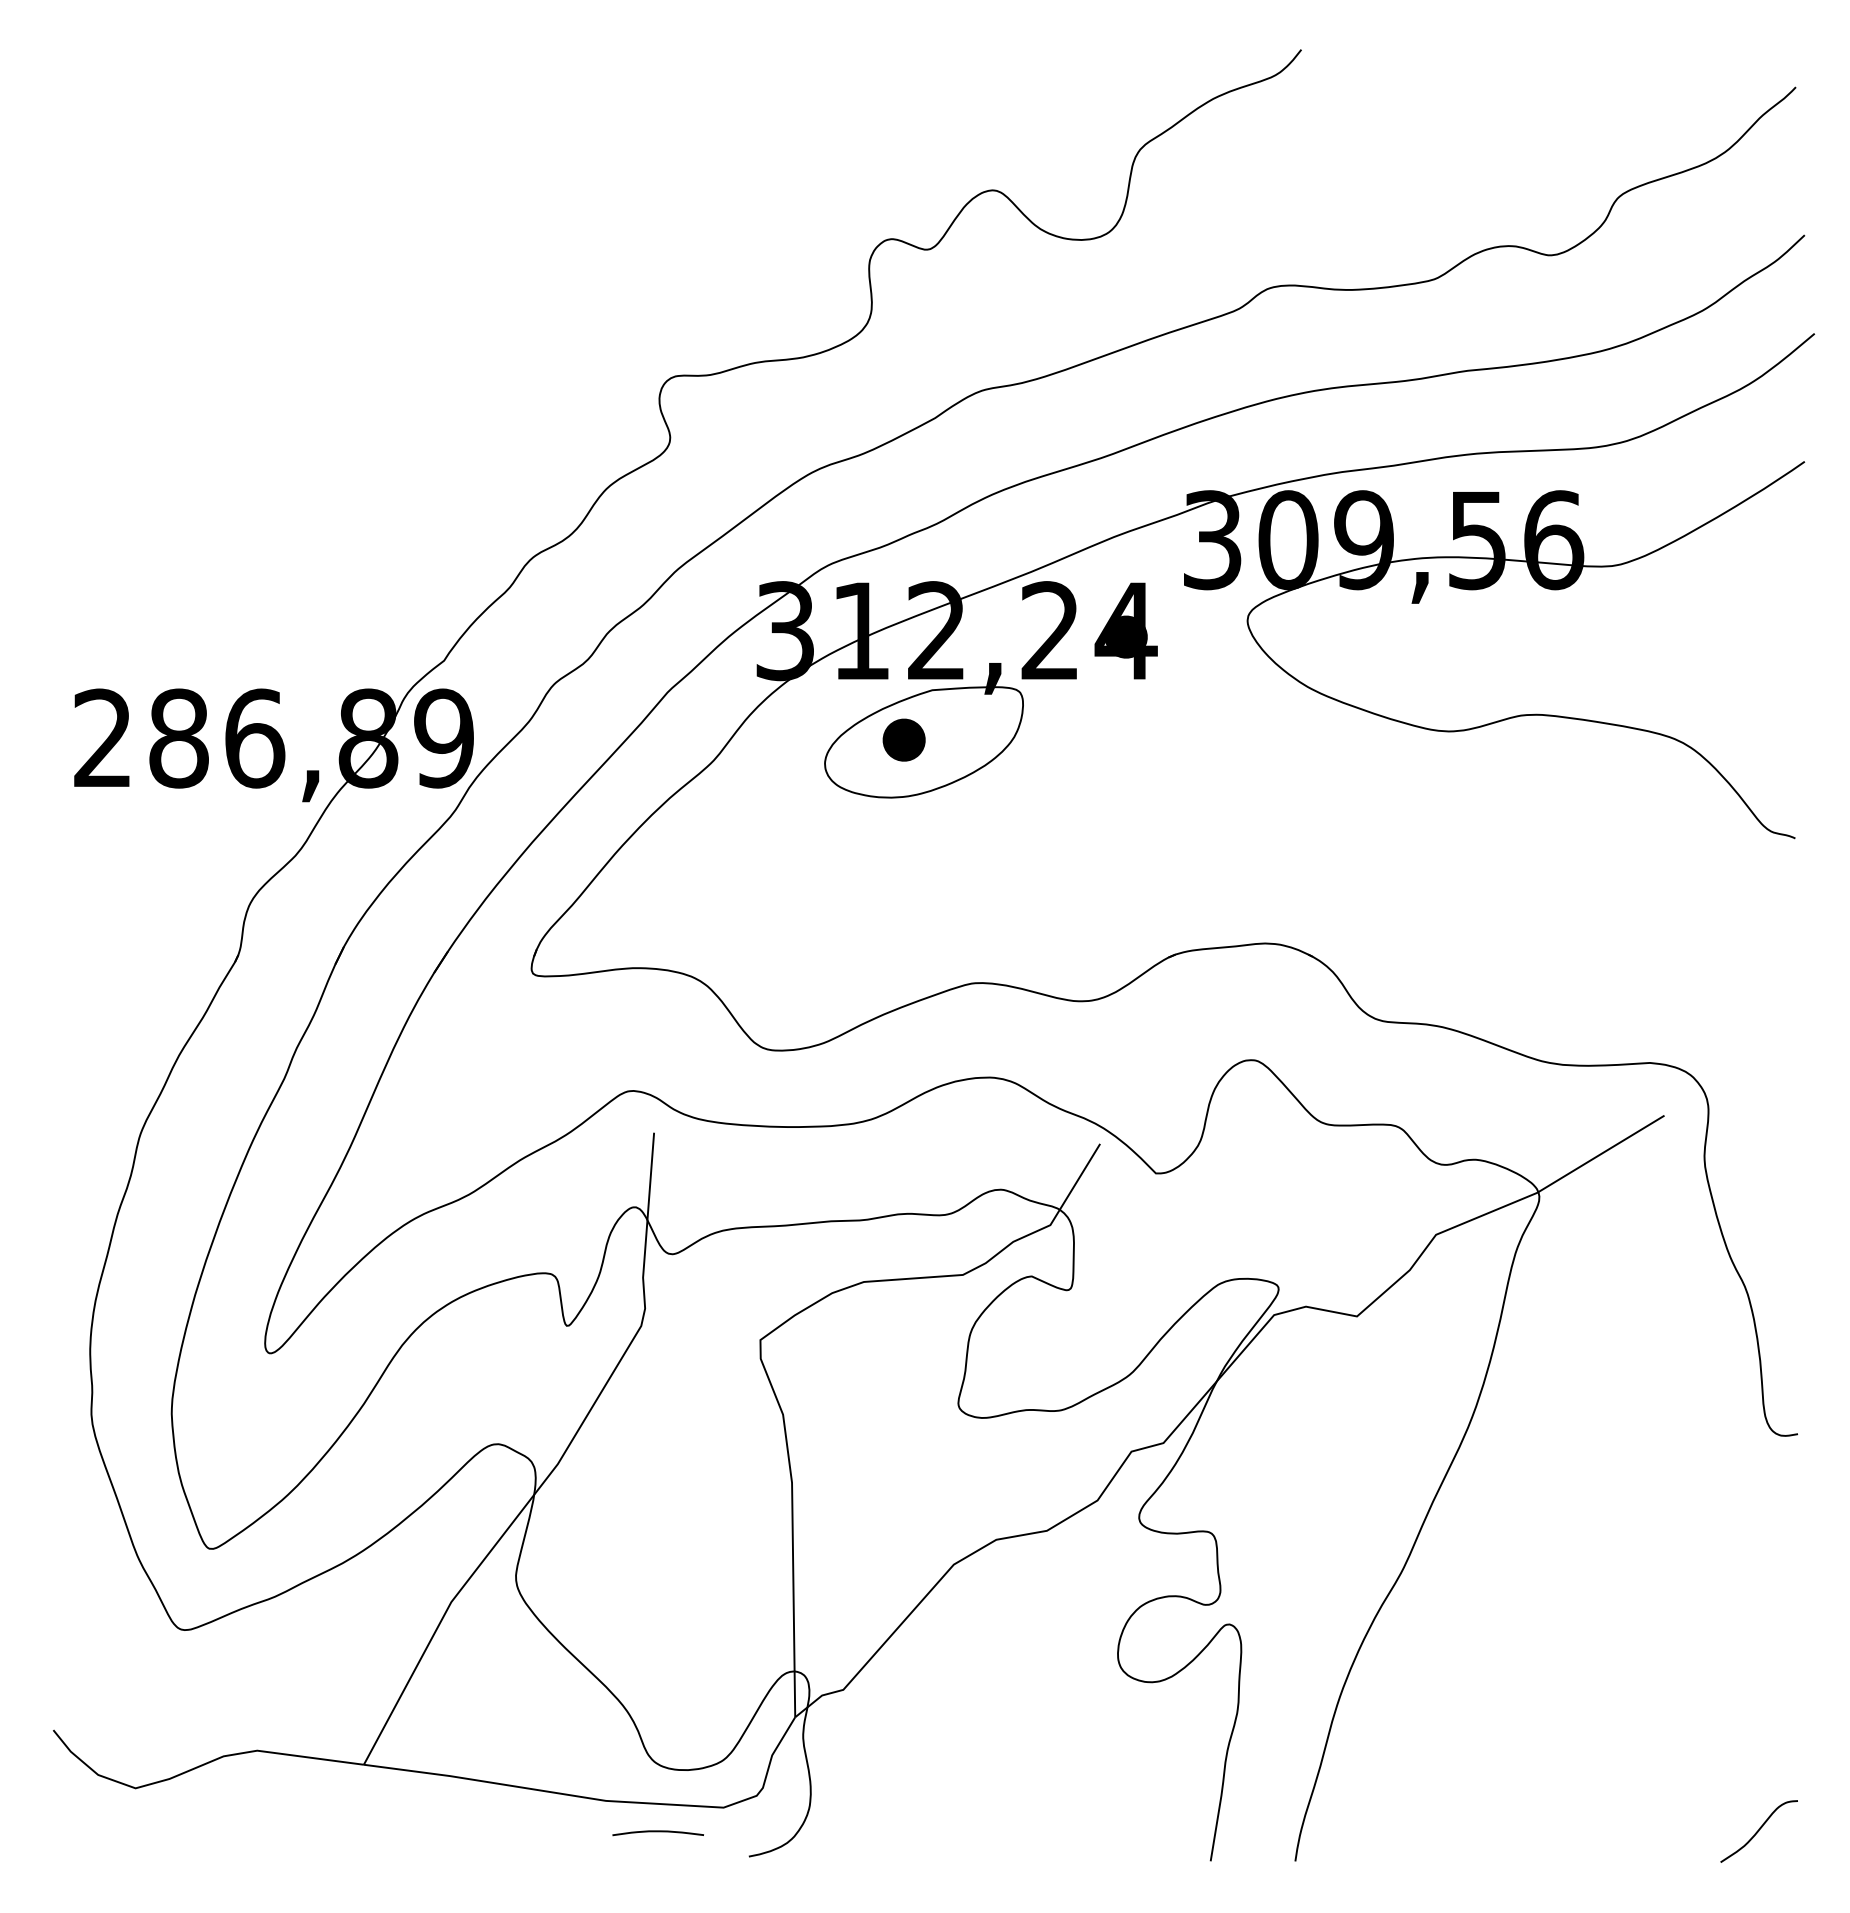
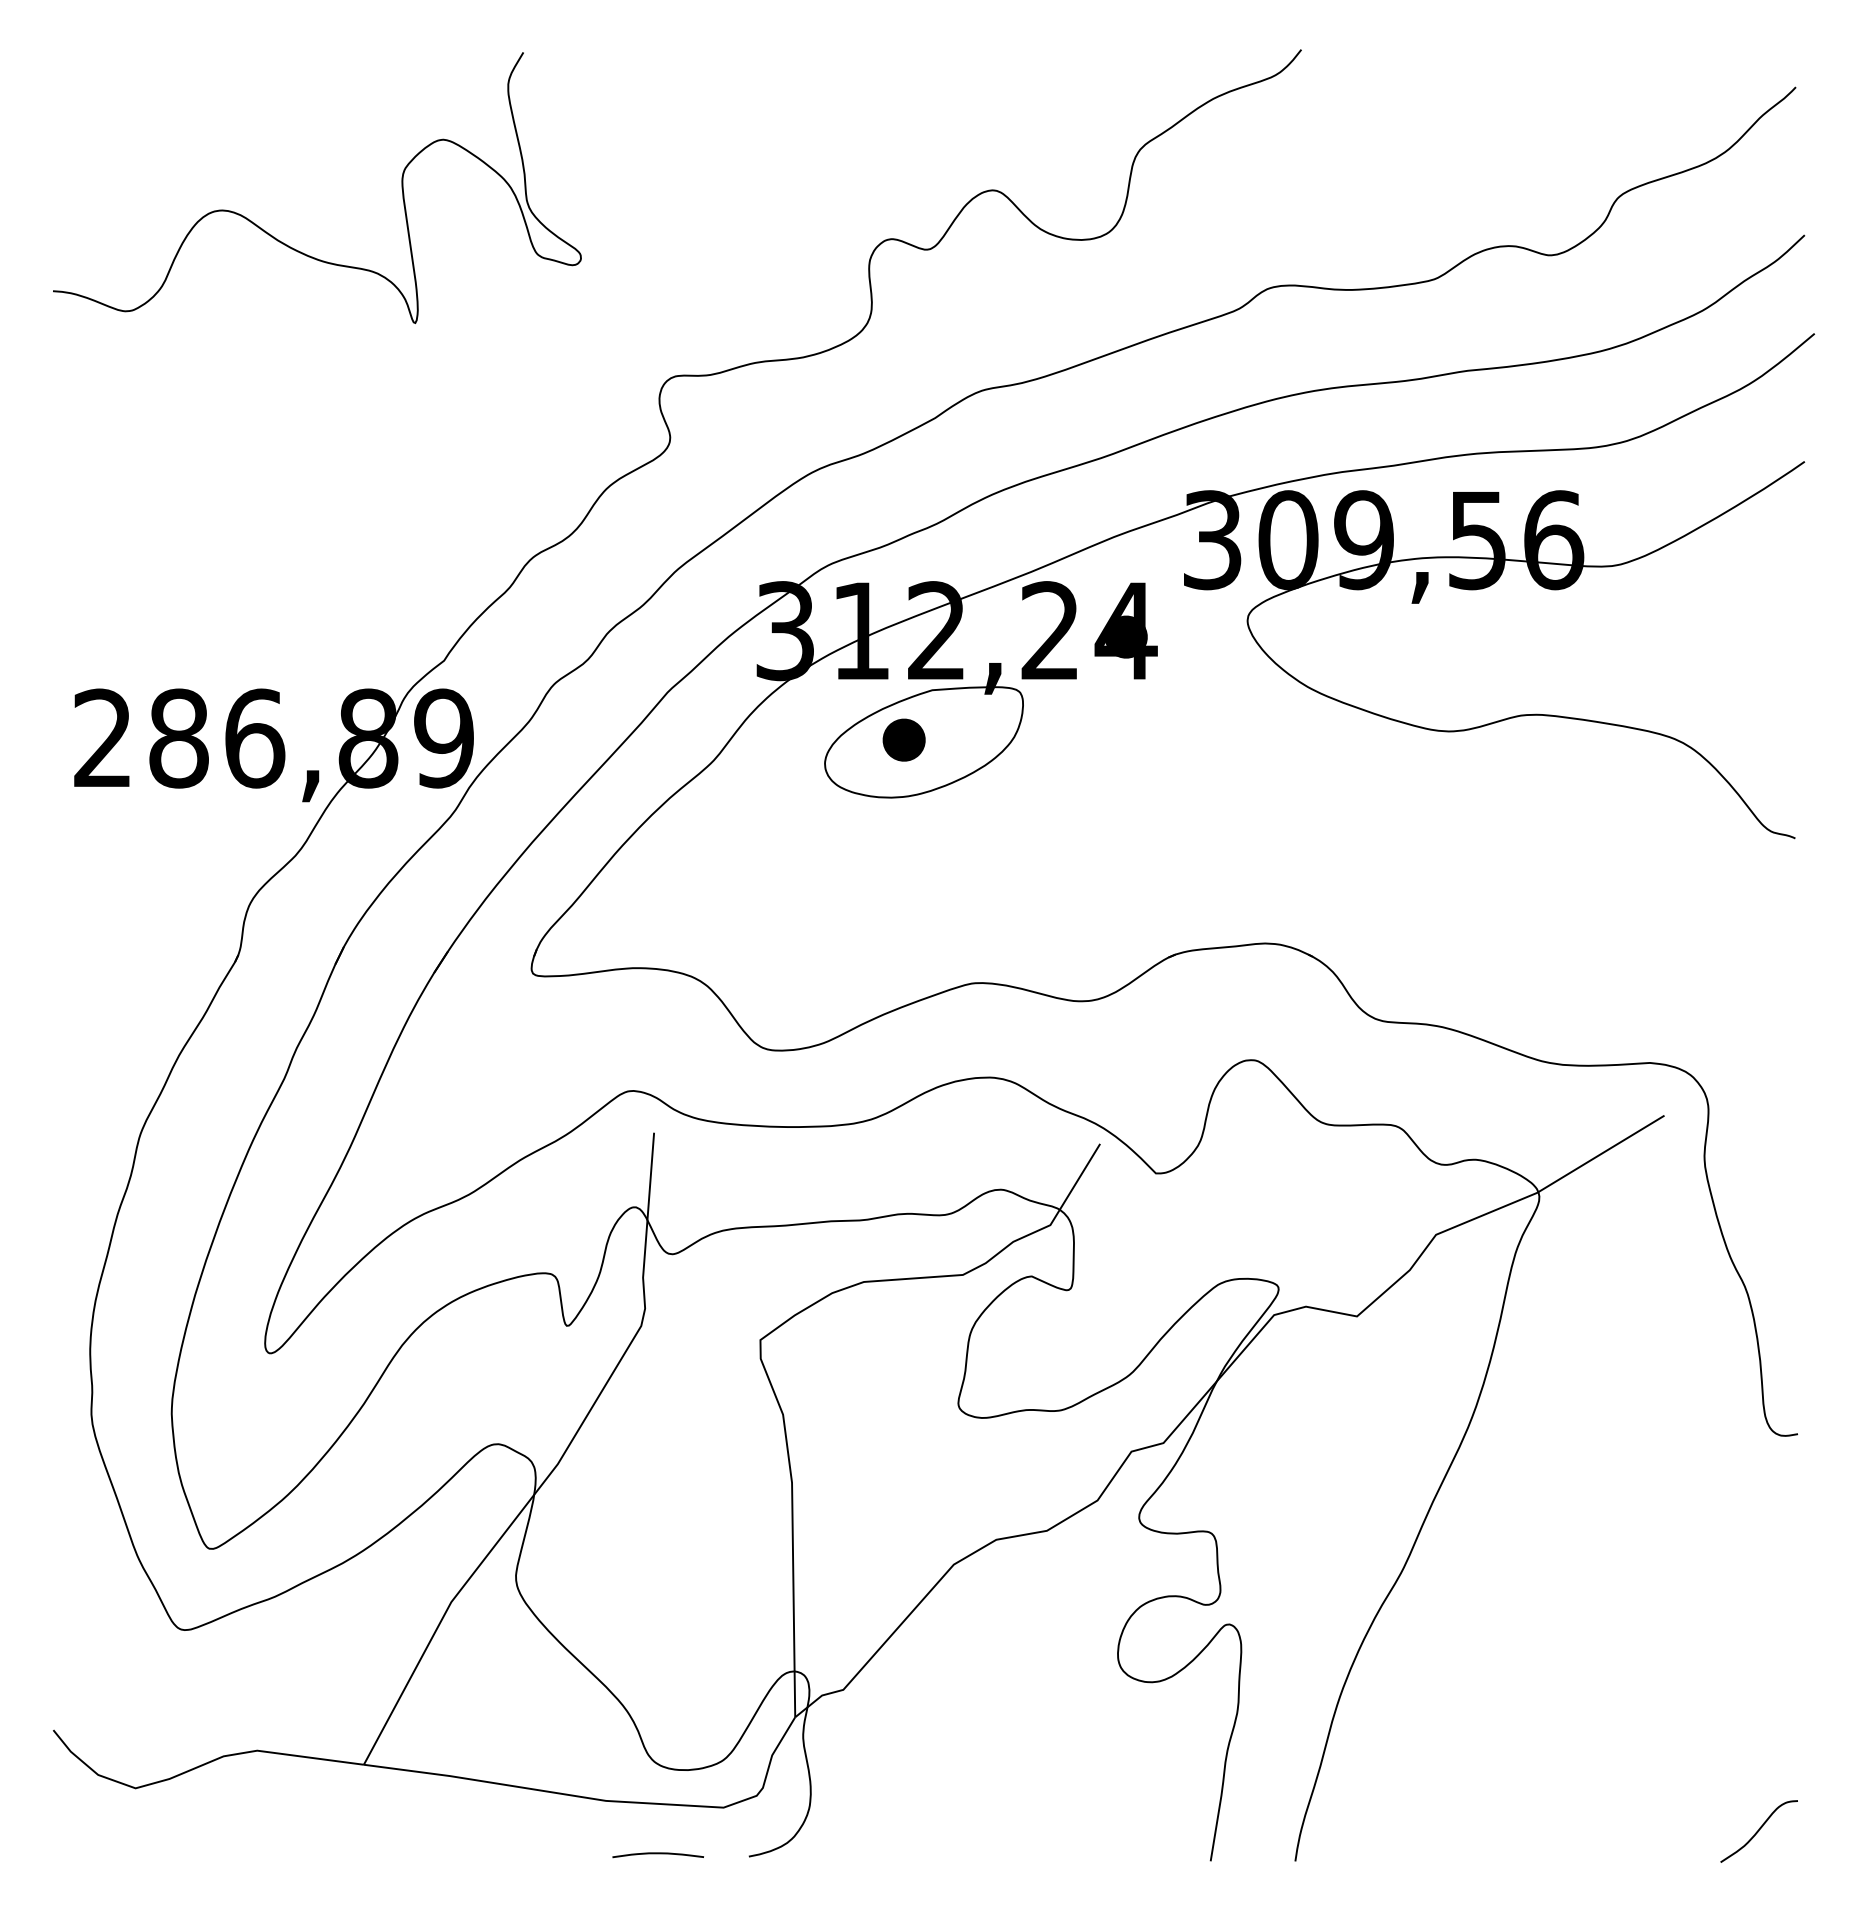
curve at (287, 244): none -> present
curve at (657, 1832) position: (657, 1832) -> (657, 1854)
